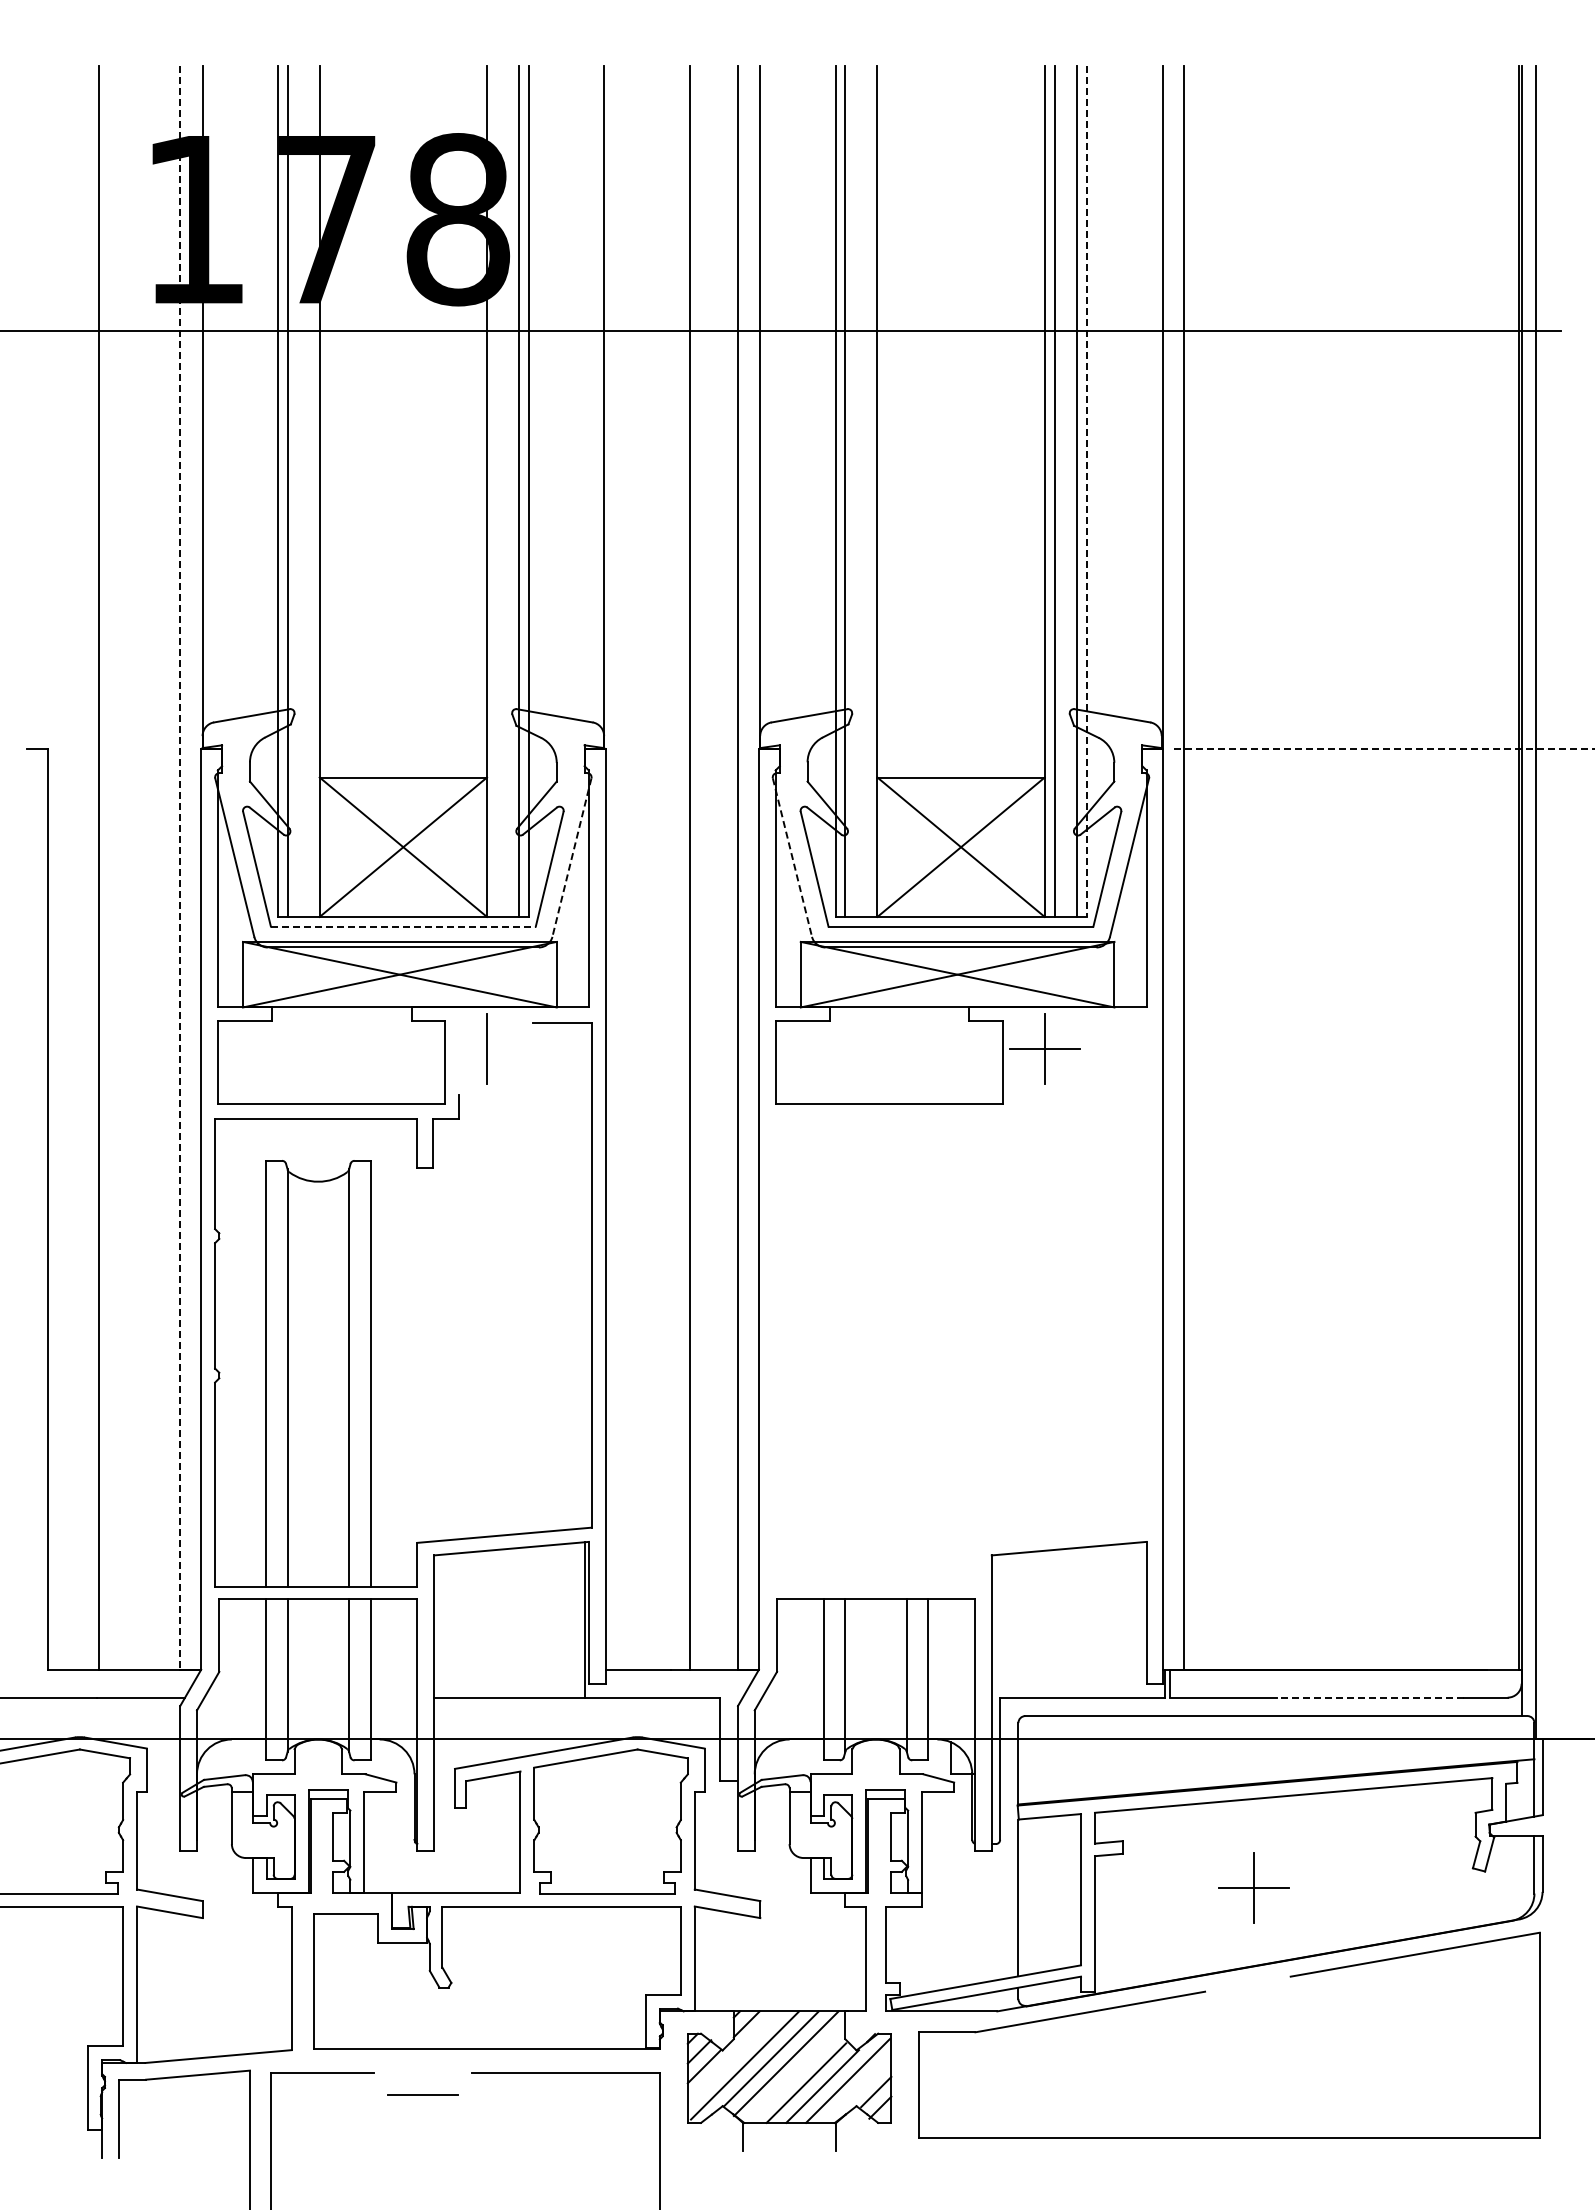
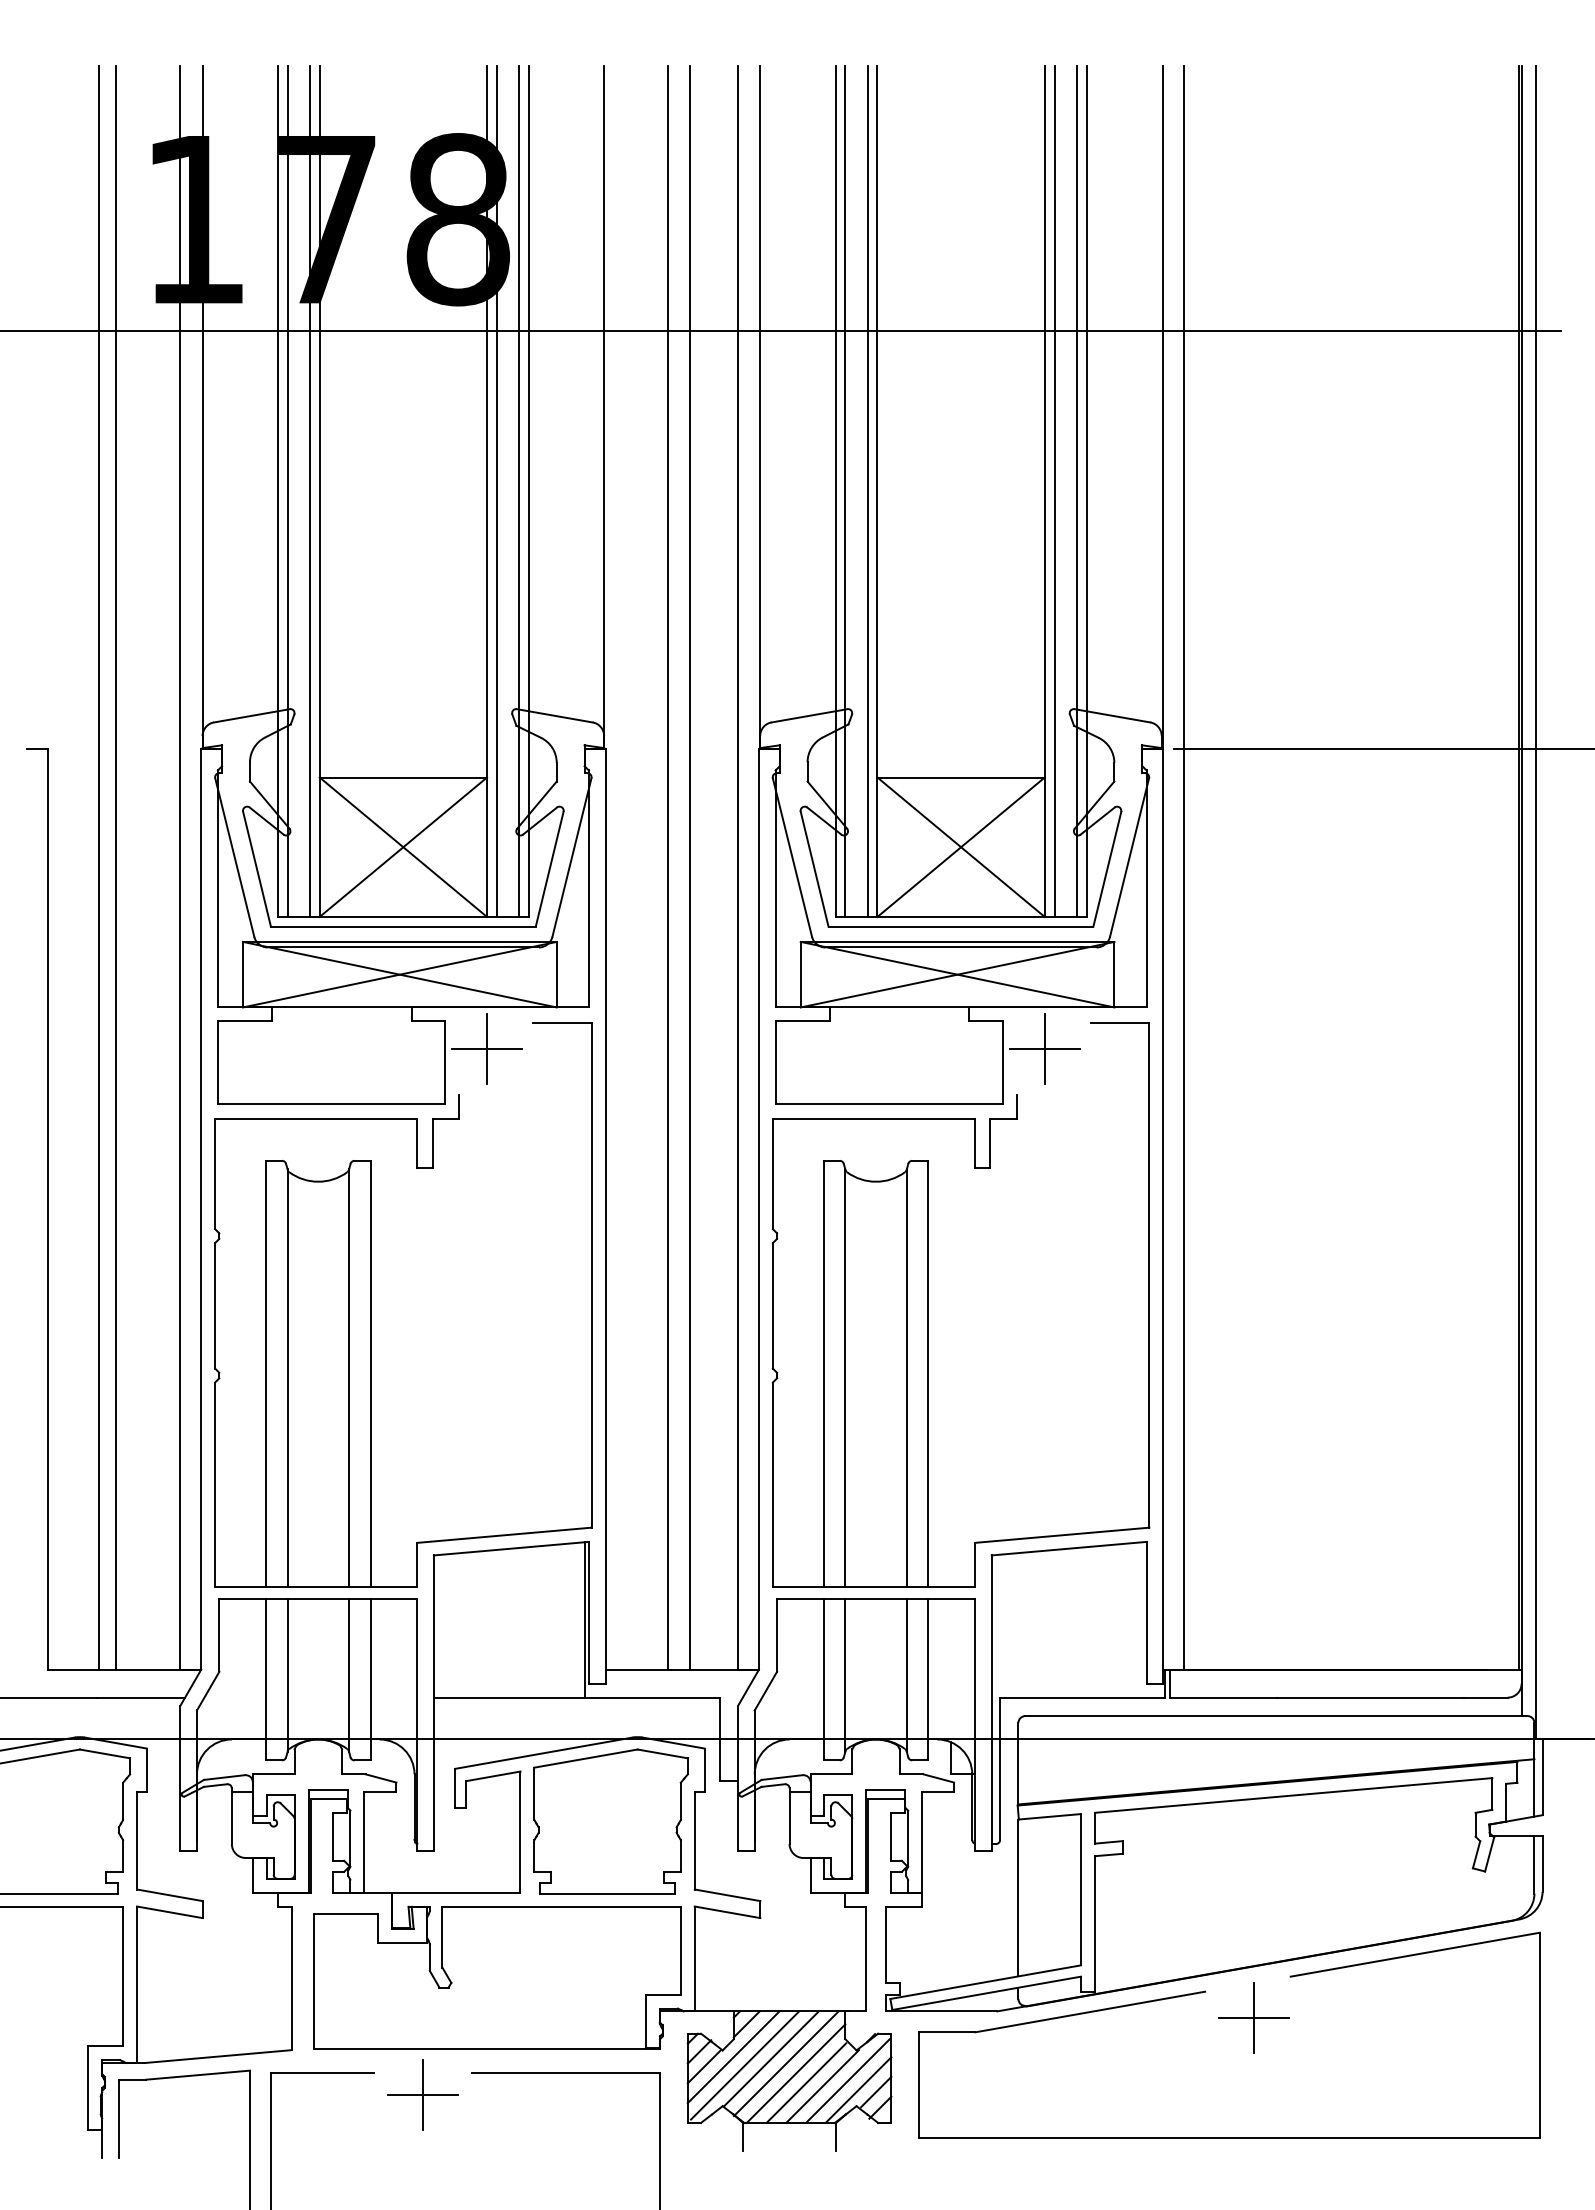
line at (309, 491): none -> present
line at (496, 491): none -> present
line at (867, 491): none -> present
line at (1086, 492): dashed -> solid
line at (1384, 749): dashed -> solid
line at (571, 857): dashed -> solid
line at (792, 857): dashed -> solid
line at (116, 867): none -> present
line at (668, 867): none -> present
line at (180, 868): dashed -> solid
line at (403, 926): dashed -> solid
line at (486, 1049): none -> present
part at (928, 1304): none -> present
line at (1370, 1697): dashed -> solid
part at (1253, 1887) position: (1253, 1887) -> (1253, 2017)
line at (733, 2057): none -> present
line at (795, 2073): none -> present
line at (858, 2089): none -> present
line at (422, 2094): none -> present
